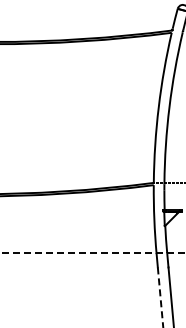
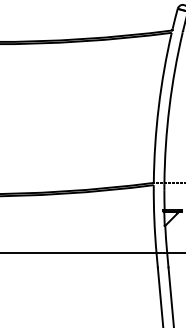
line at (93, 252): dashed -> solid
line at (160, 298): dashed -> solid
